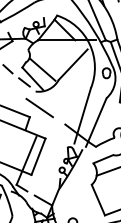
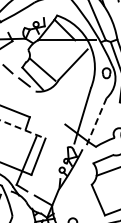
line at (39, 107): present -> none
line at (96, 122): solid -> dashed
line at (23, 129): solid -> dashed
